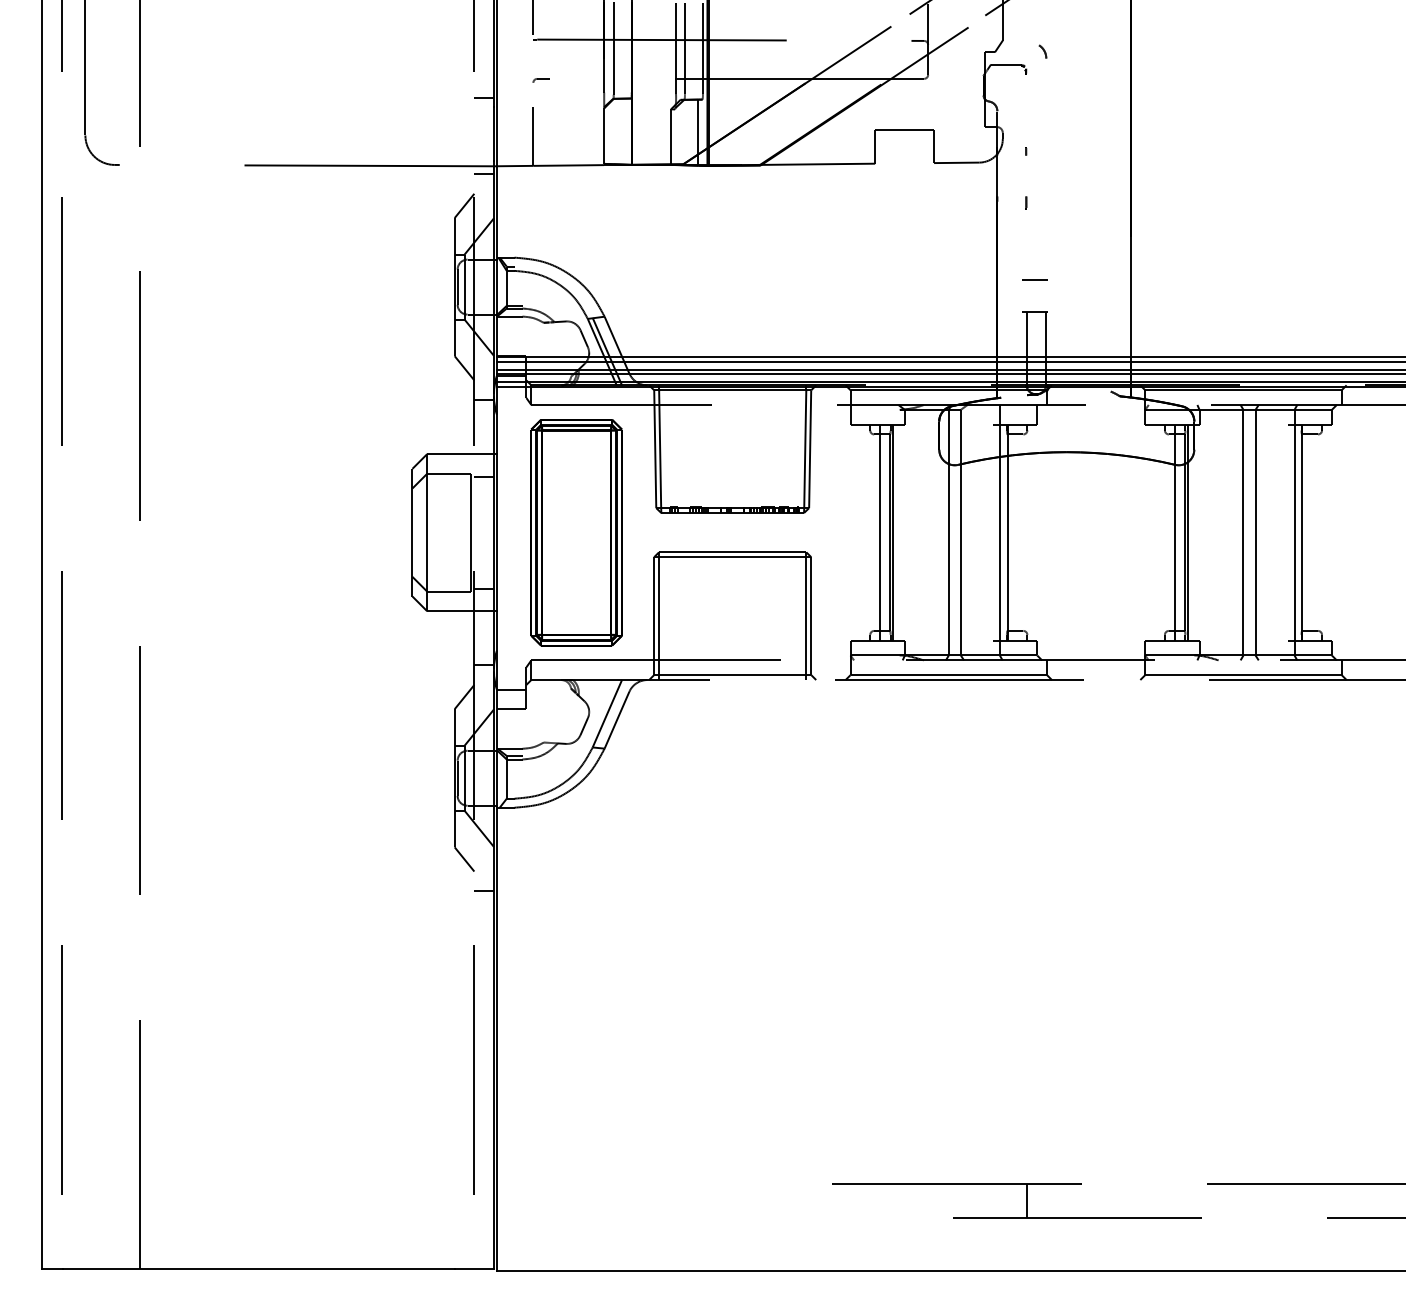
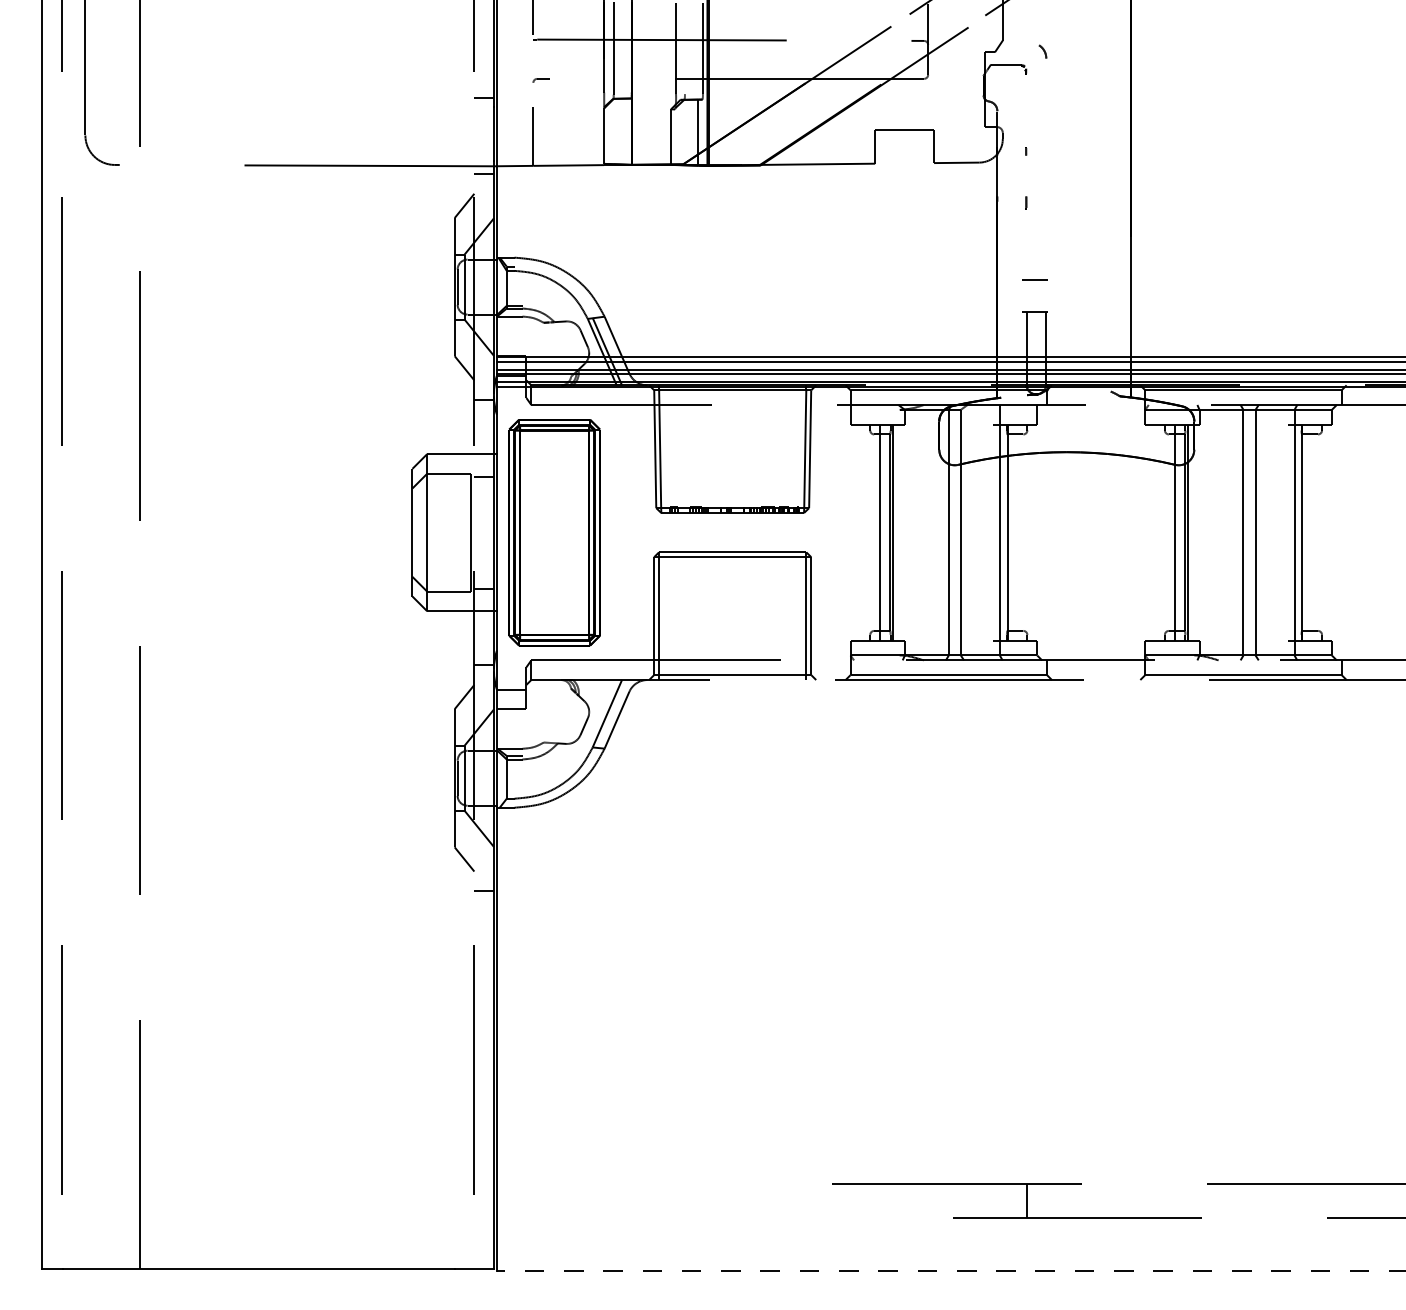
line at (684, 48): present -> none
part at (576, 532) position: (576, 532) -> (554, 532)
line at (950, 1270): solid -> dashed
